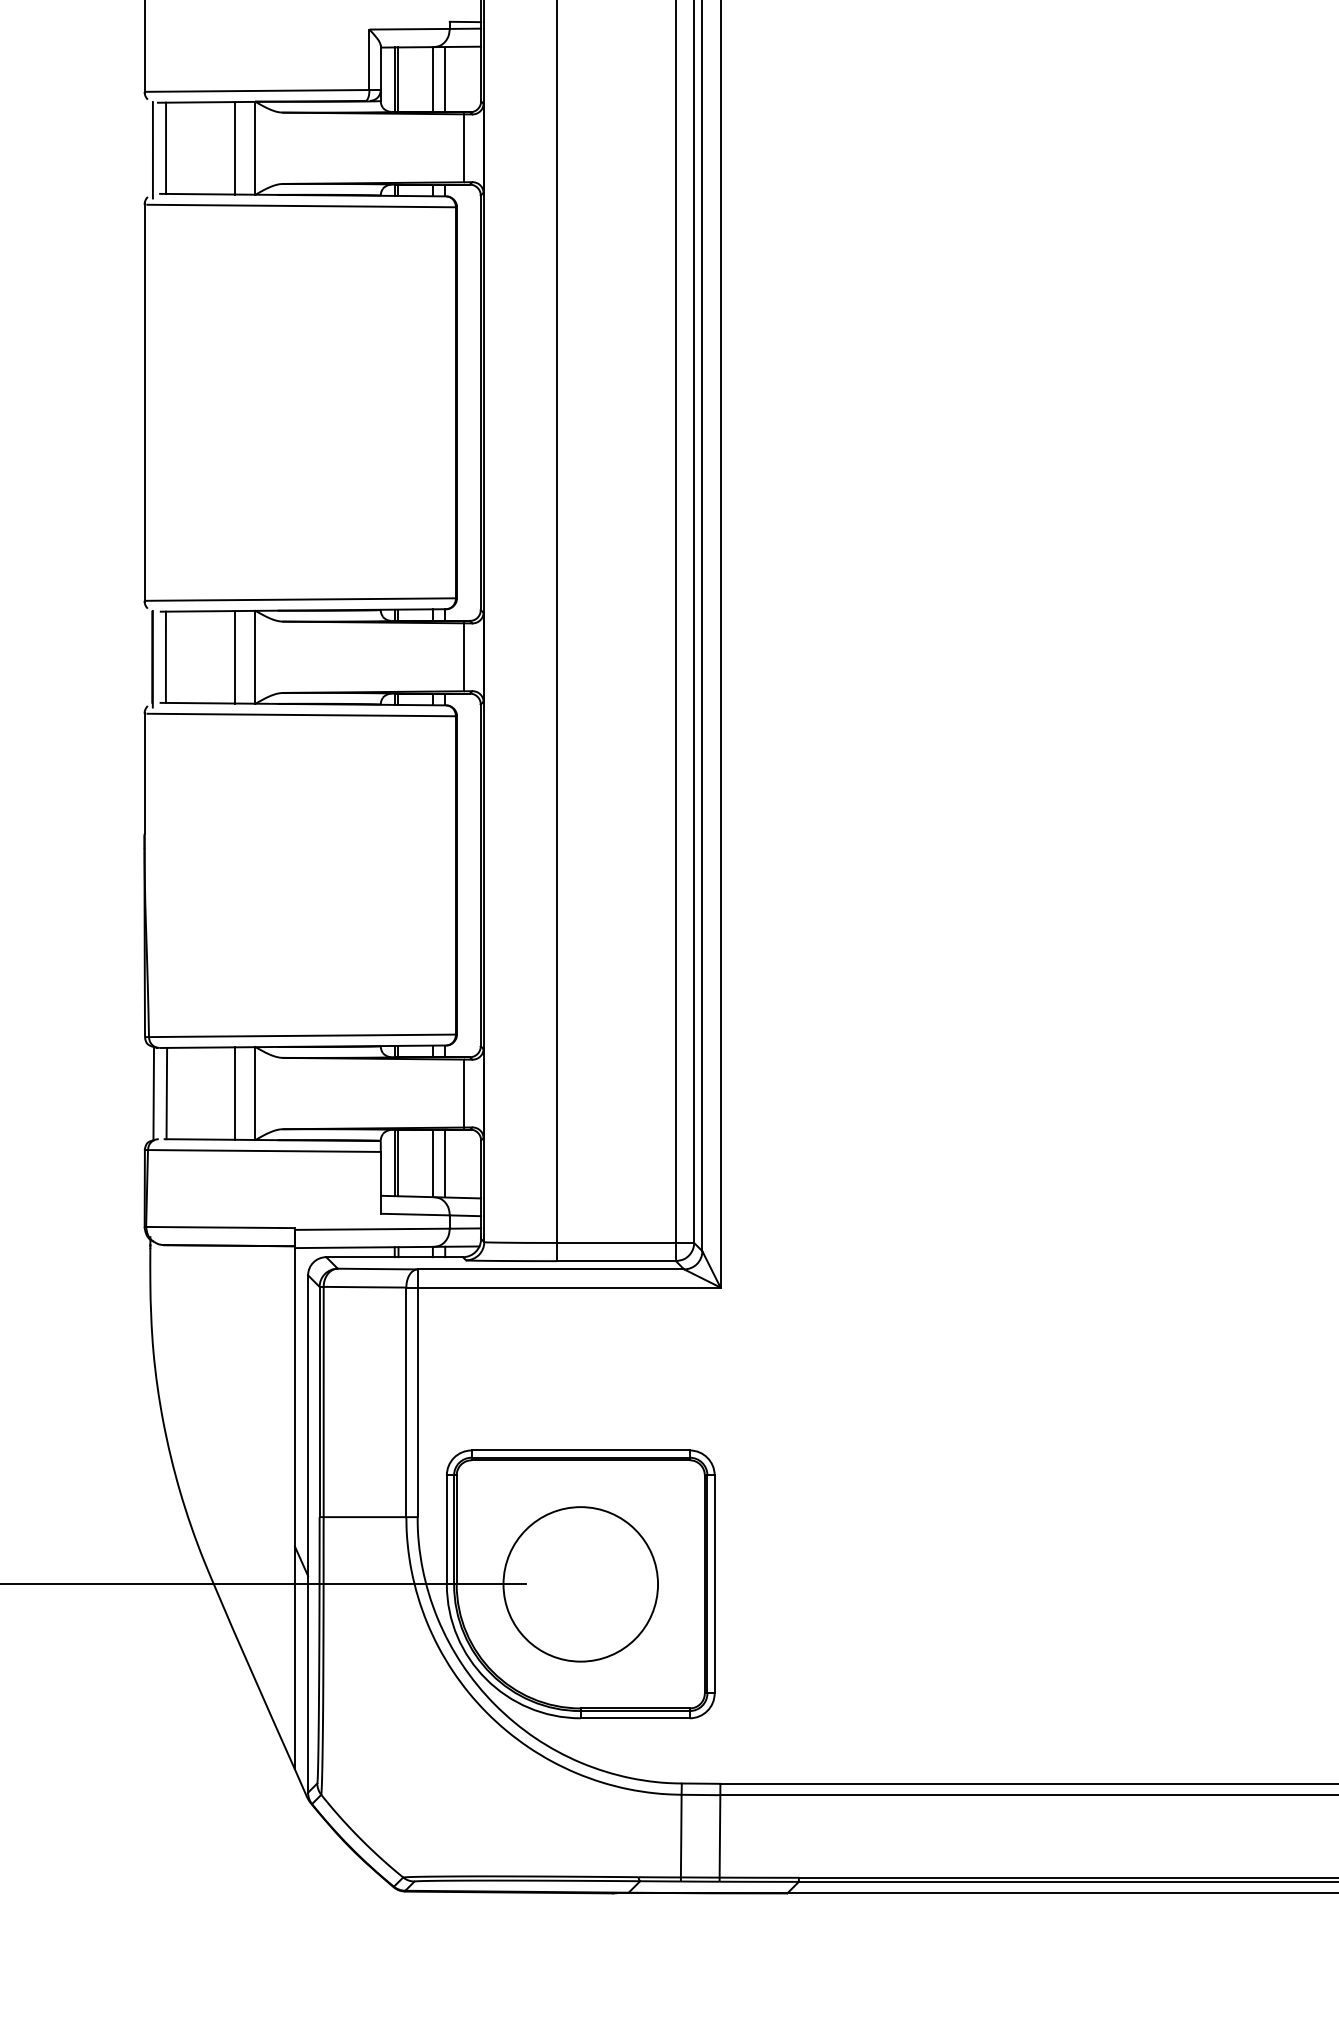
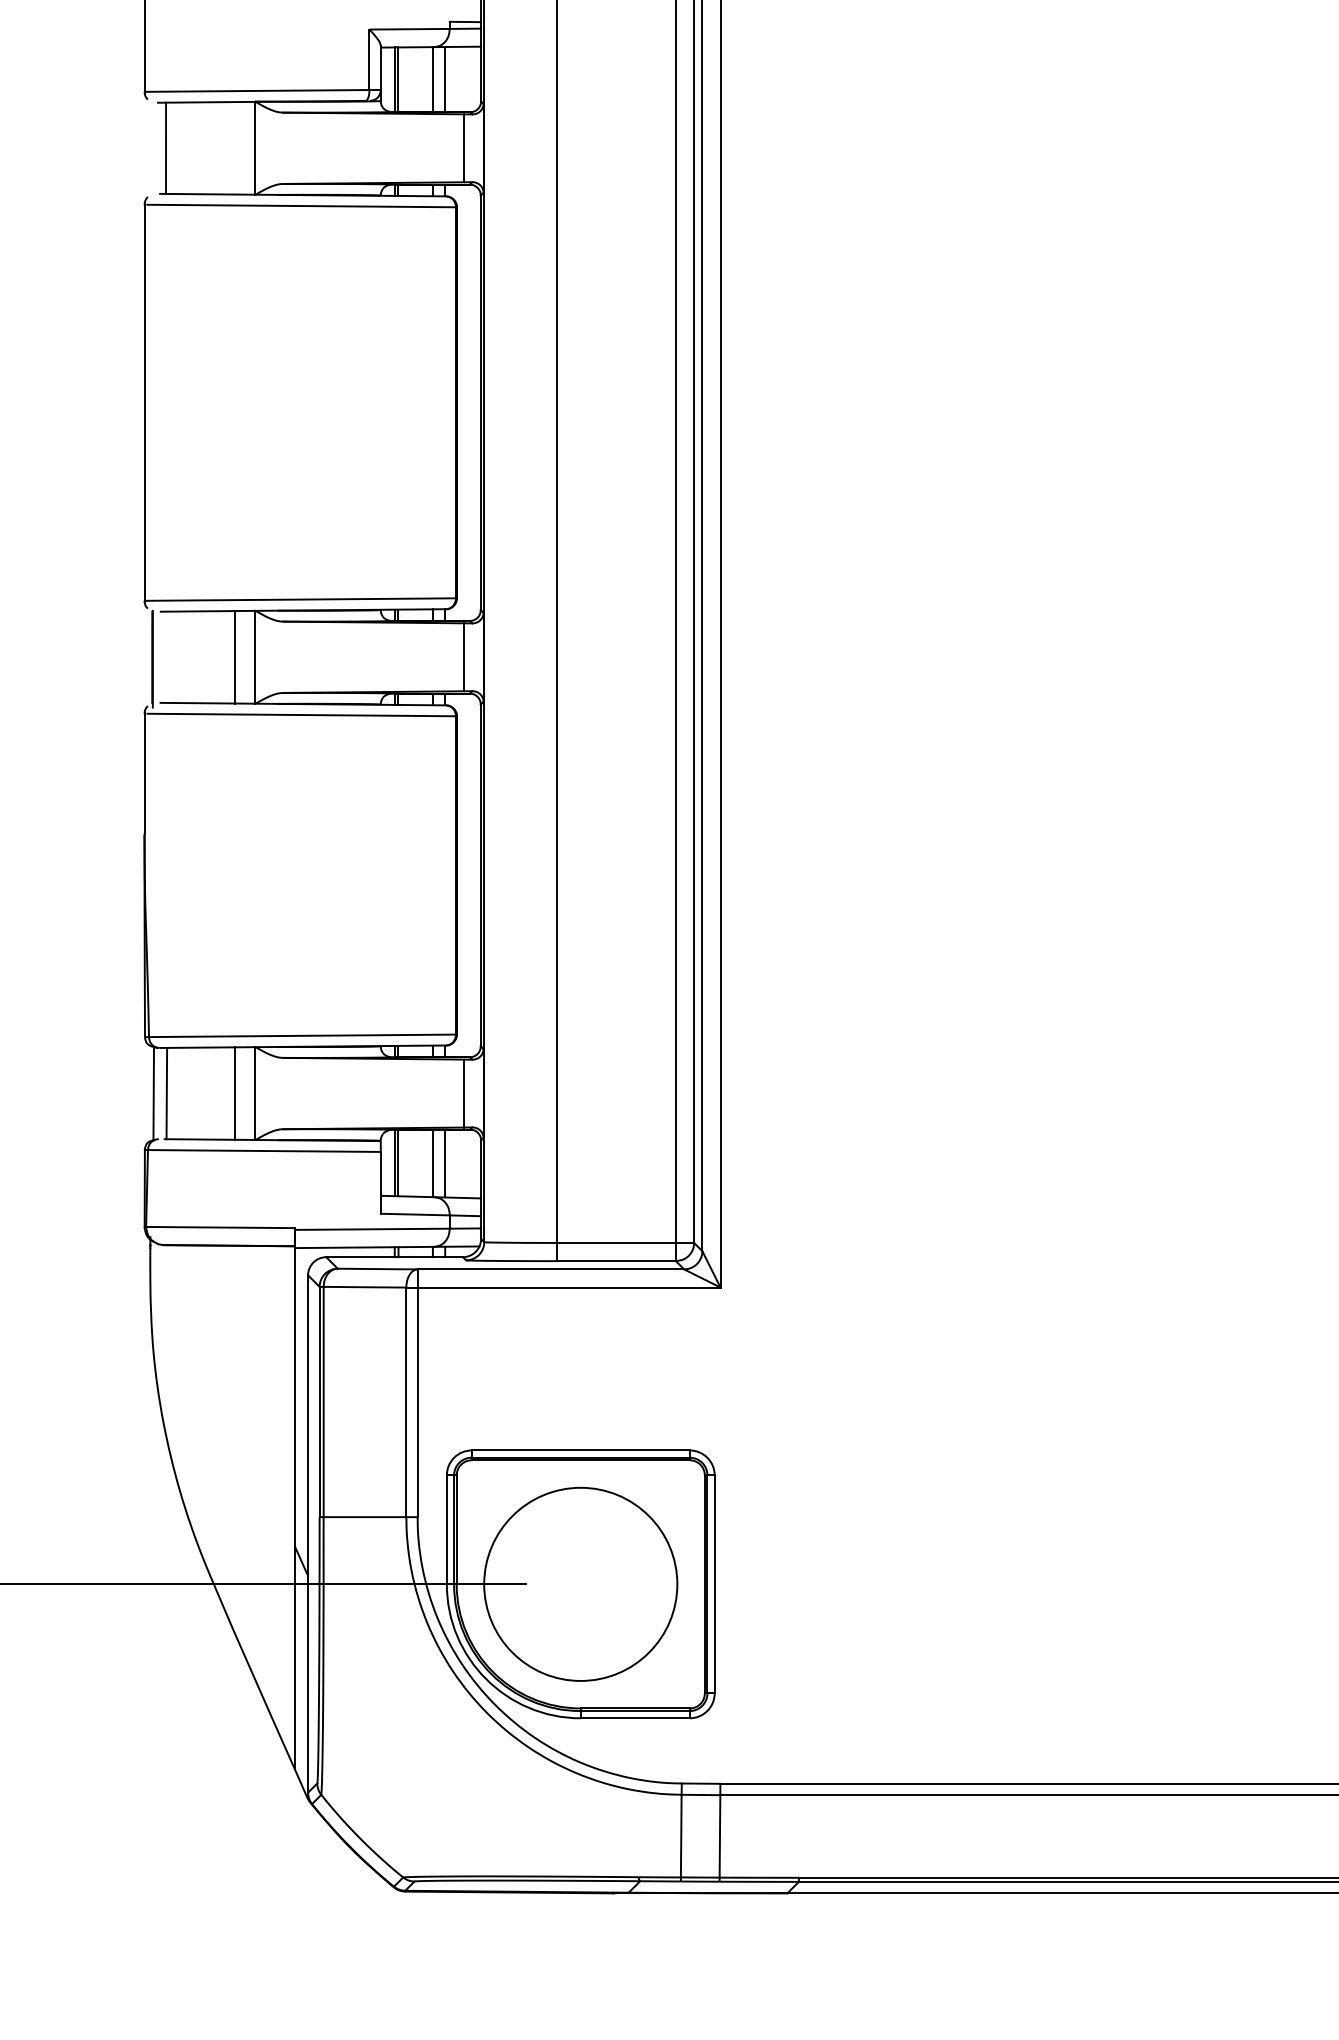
line at (235, 148): present -> none
line at (152, 150): present -> none
line at (165, 656): present -> none
circle at (580, 1584) diameter: 155 px -> 193 px
